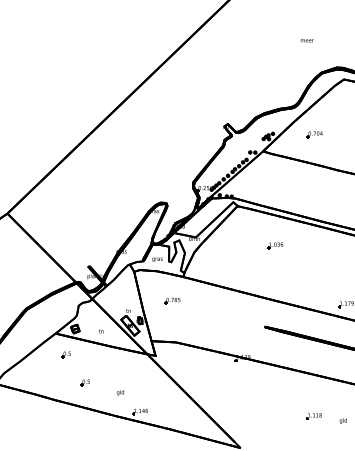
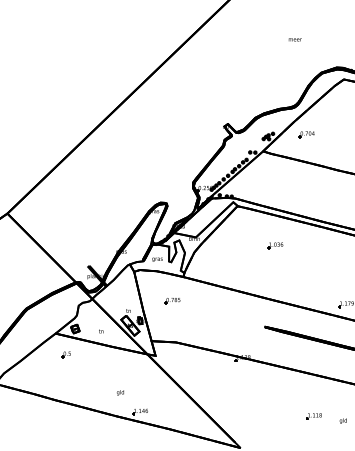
text at (306, 40) position: (306, 40) -> (294, 39)
part at (314, 134) position: (314, 134) -> (306, 134)
part at (84, 382): present -> none
